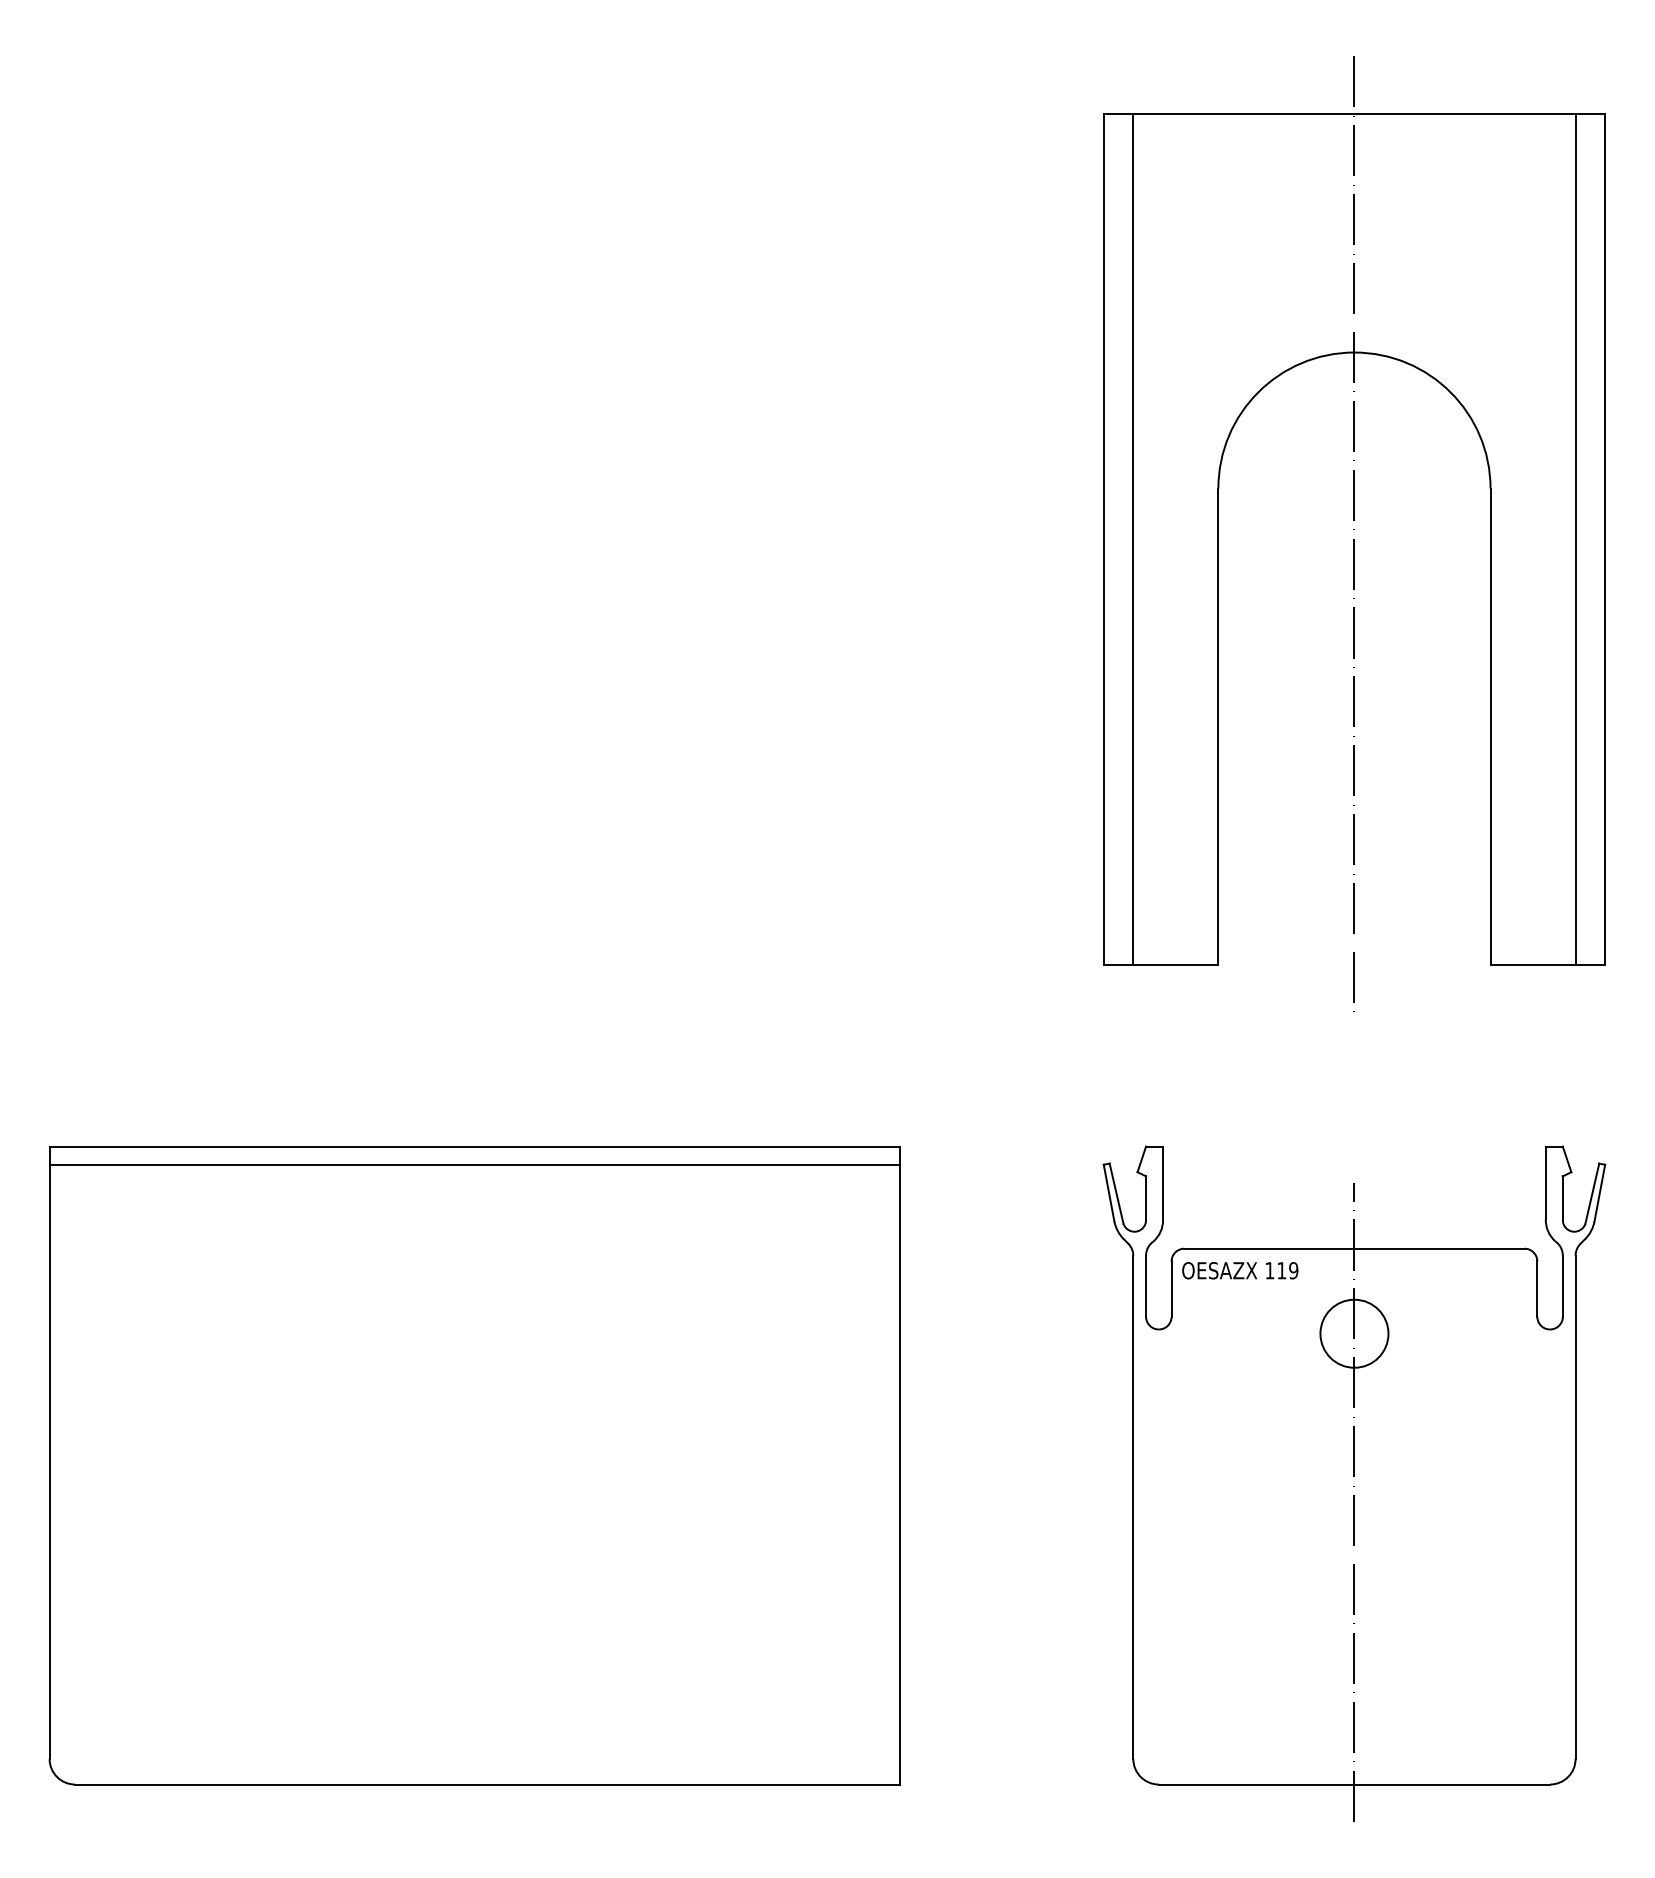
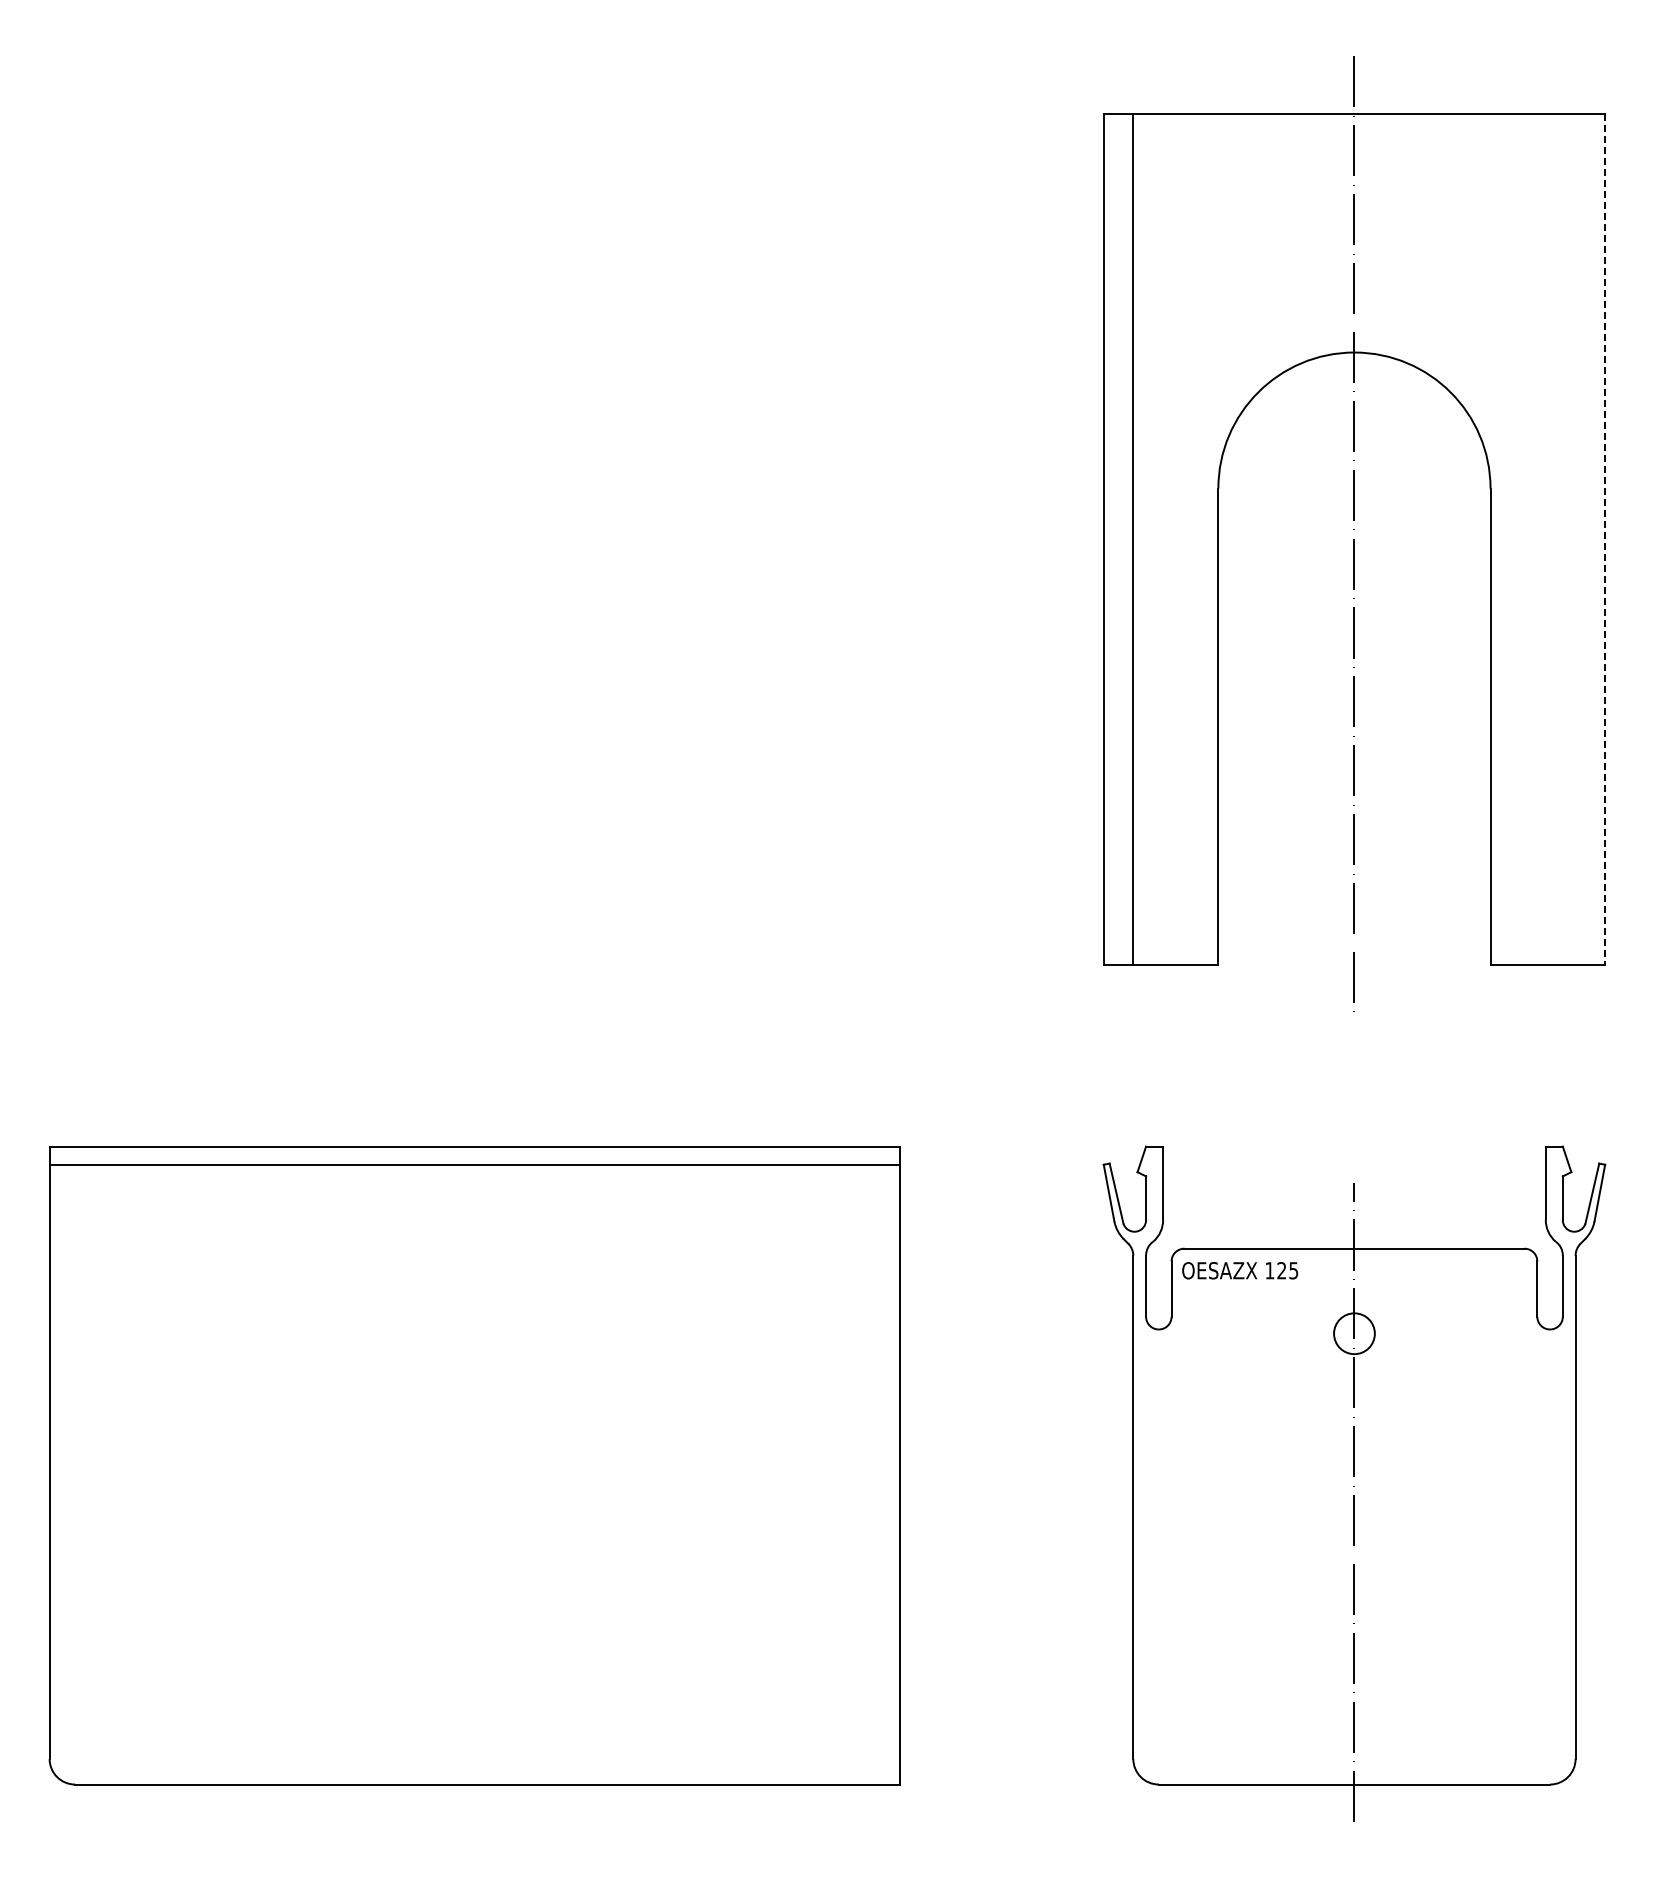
line at (1575, 539): present -> none
line at (1605, 540): solid -> dashed
text at (1287, 1270): 119 -> 125
circle at (1354, 1333) diameter: 68 px -> 41 px
